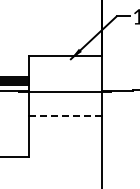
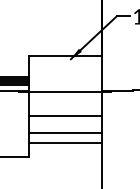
line at (64, 116): dashed -> solid
line at (64, 133): none -> present
line at (64, 142): none -> present
